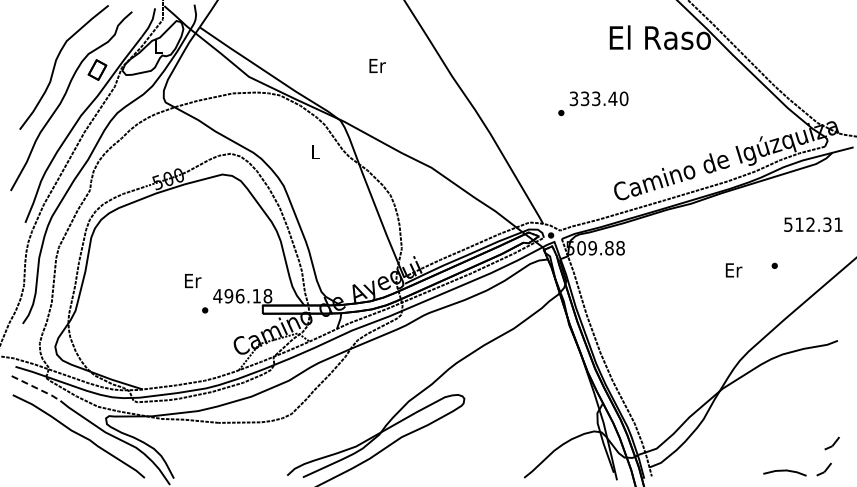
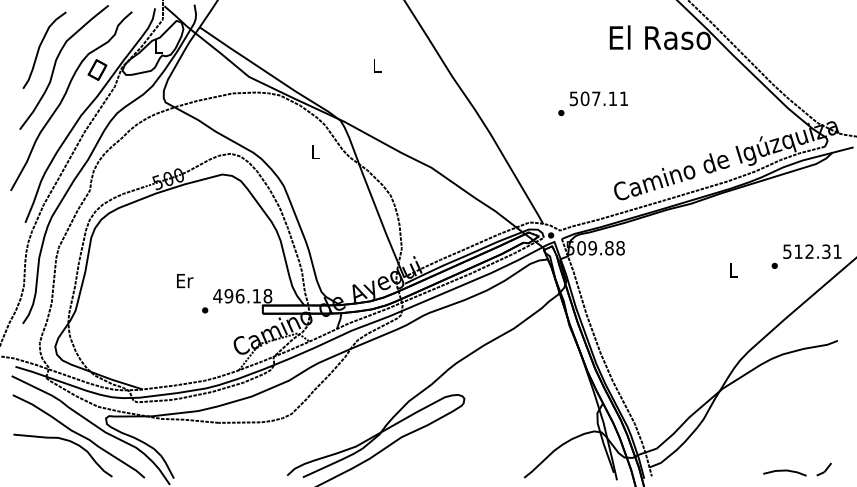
curve at (40, 47): none -> present
text at (377, 66): Er -> L
text at (599, 98): 333.40 -> 507.11
text at (813, 224) position: (813, 224) -> (812, 251)
text at (733, 270): Er -> L
text at (193, 281) position: (193, 281) -> (185, 281)
line at (37, 388): dashed -> solid
curve at (67, 441): none -> present
part at (831, 443): present -> none
